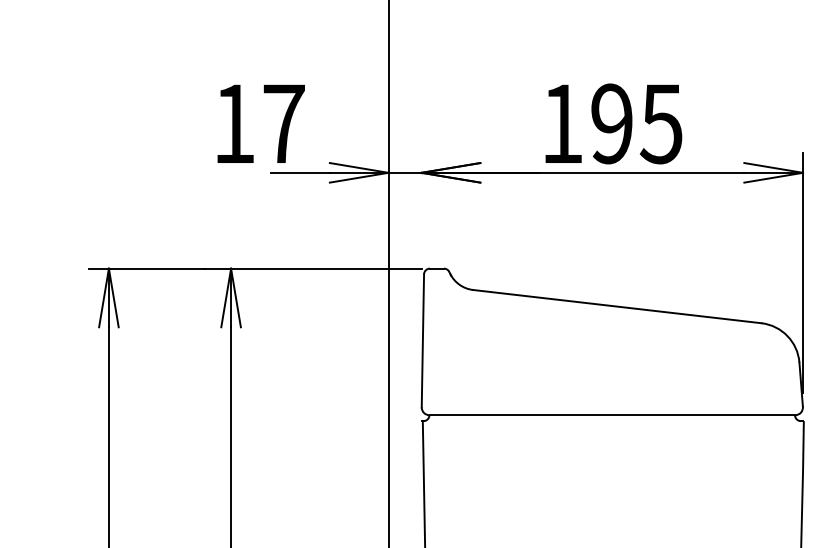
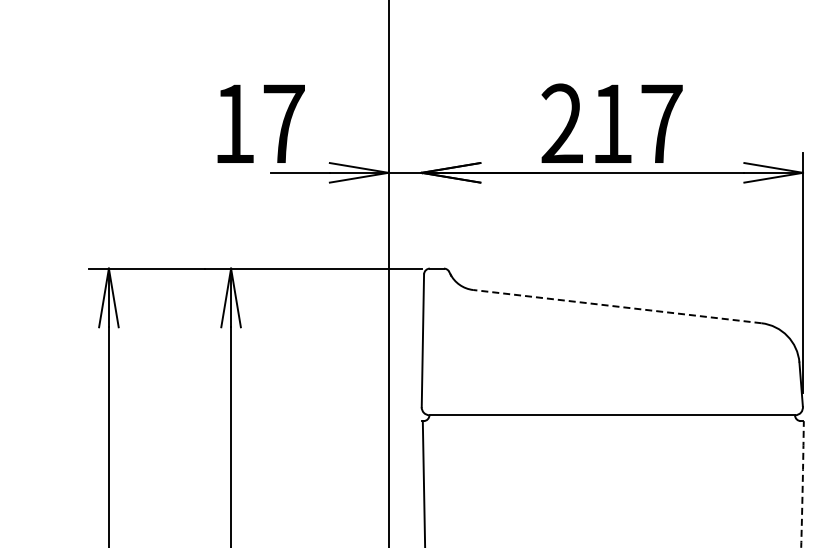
text at (611, 123): 195 -> 217
line at (616, 306): solid -> dashed
arc at (802, 484): solid -> dashed
